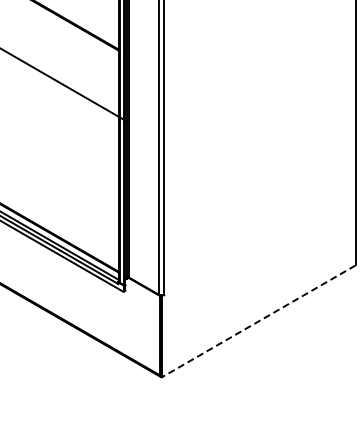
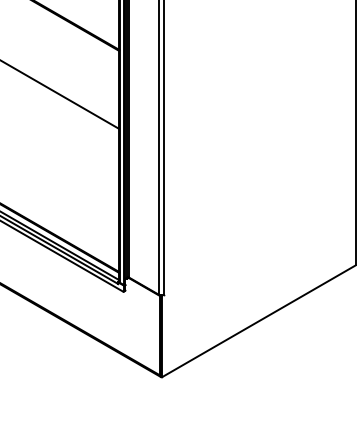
line at (63, 84) position: (63, 84) -> (60, 95)
line at (258, 321): dashed -> solid
